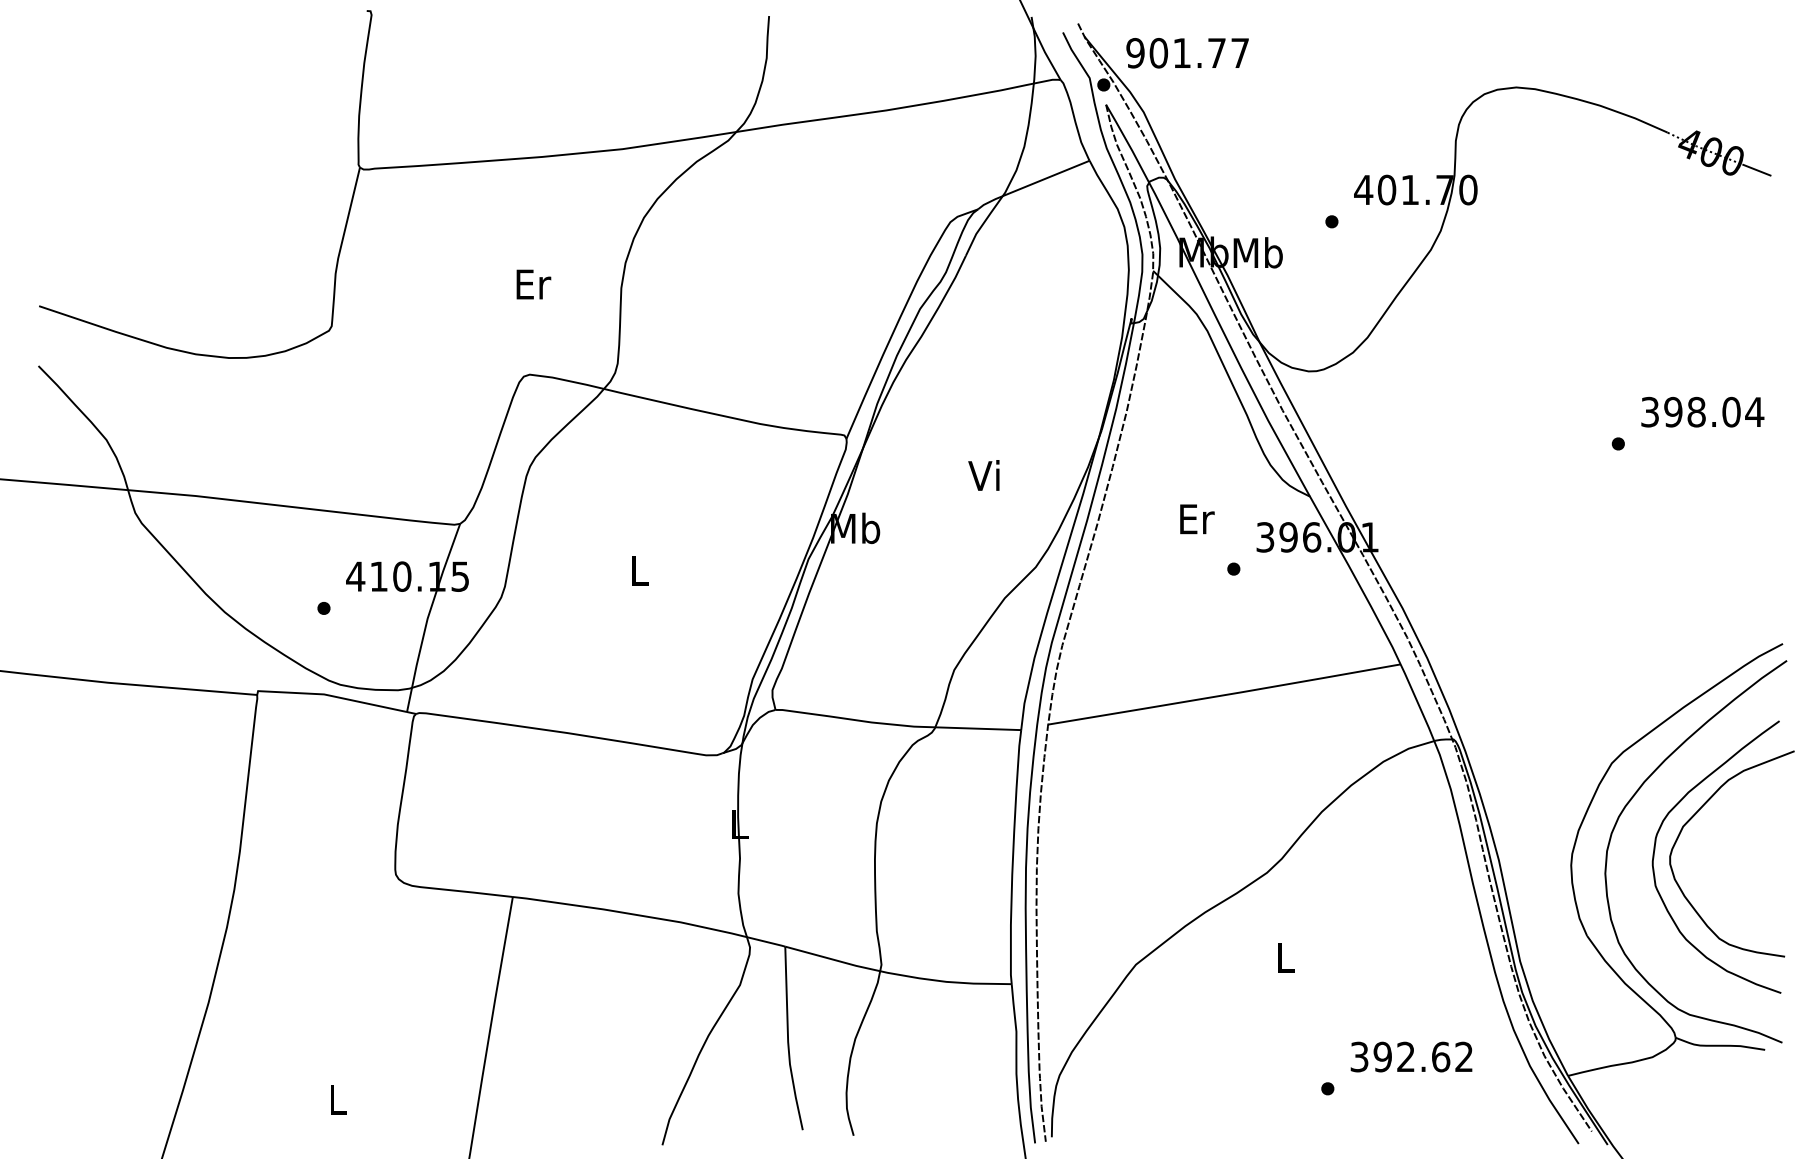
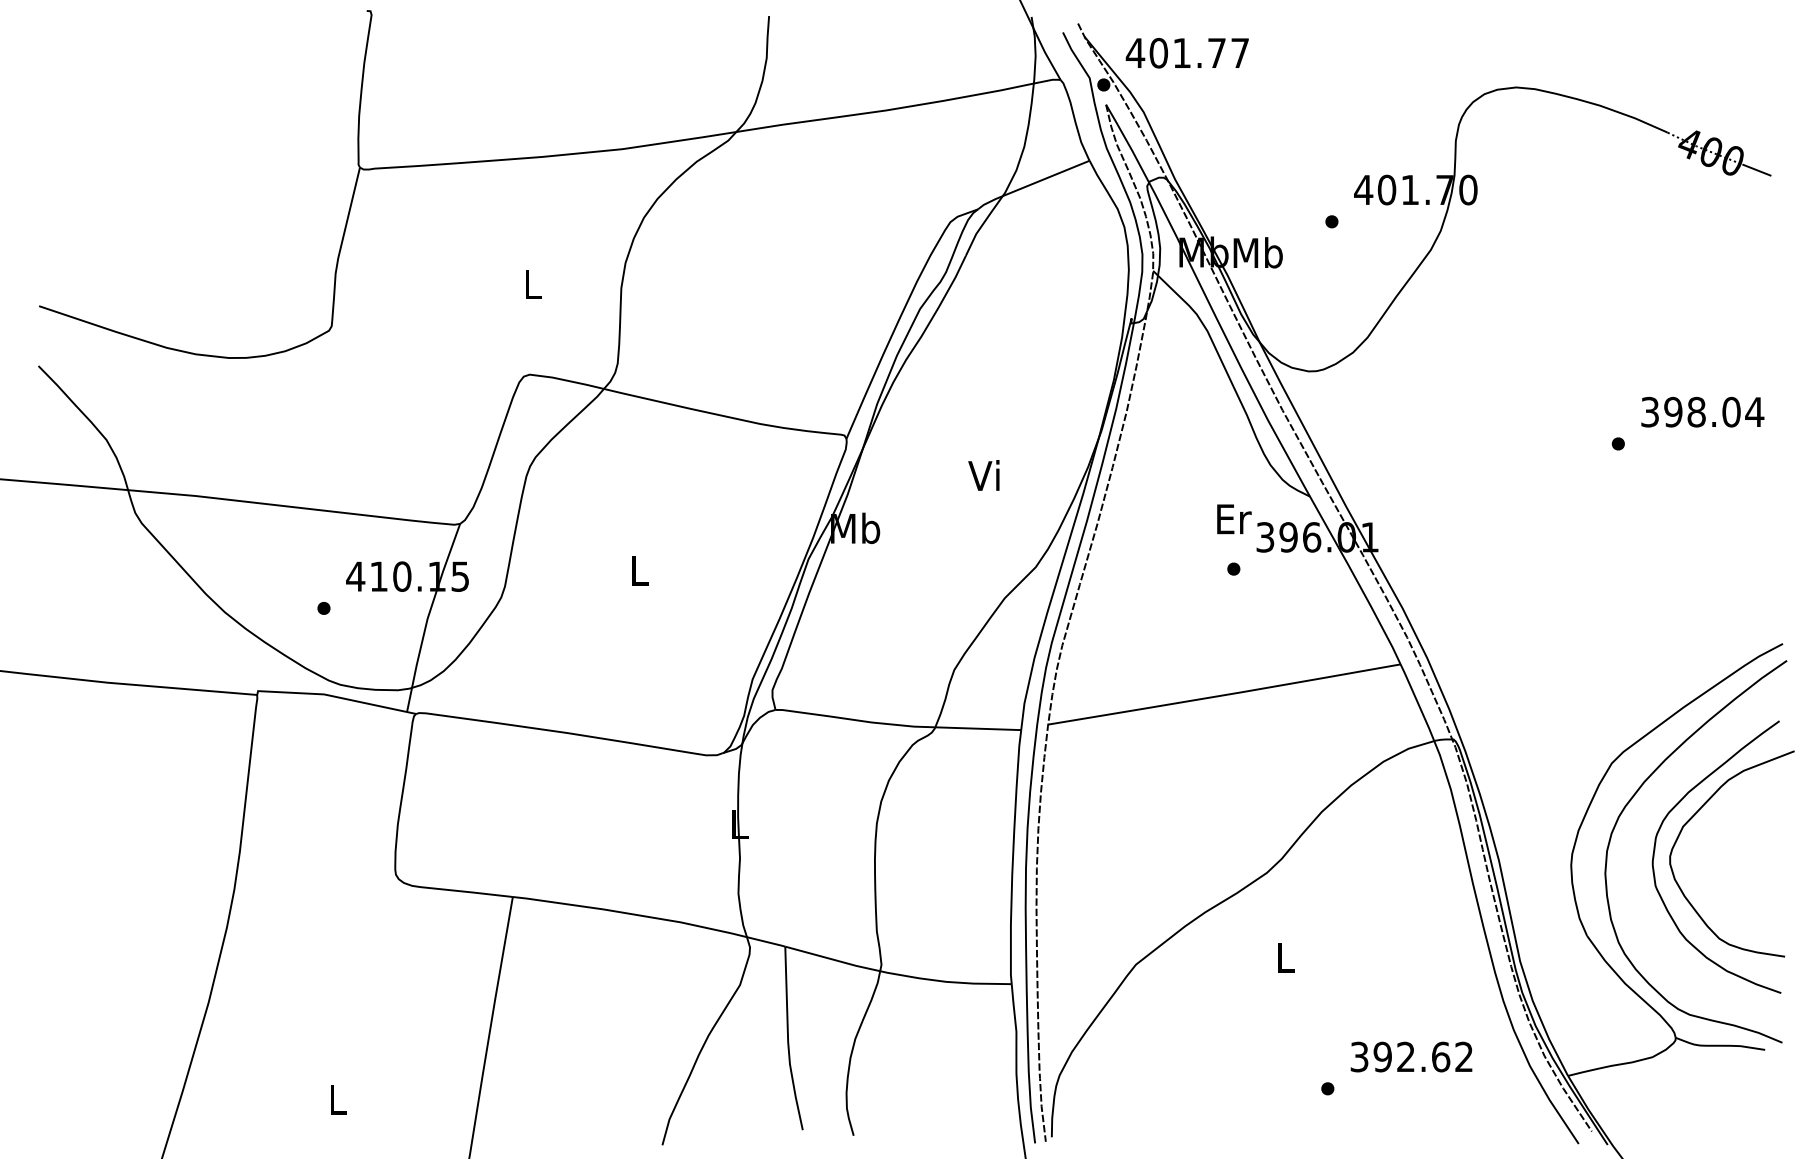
text at (1135, 53): 901.77 -> 401.77
text at (533, 284): Er -> L
text at (1197, 519) position: (1197, 519) -> (1234, 519)
